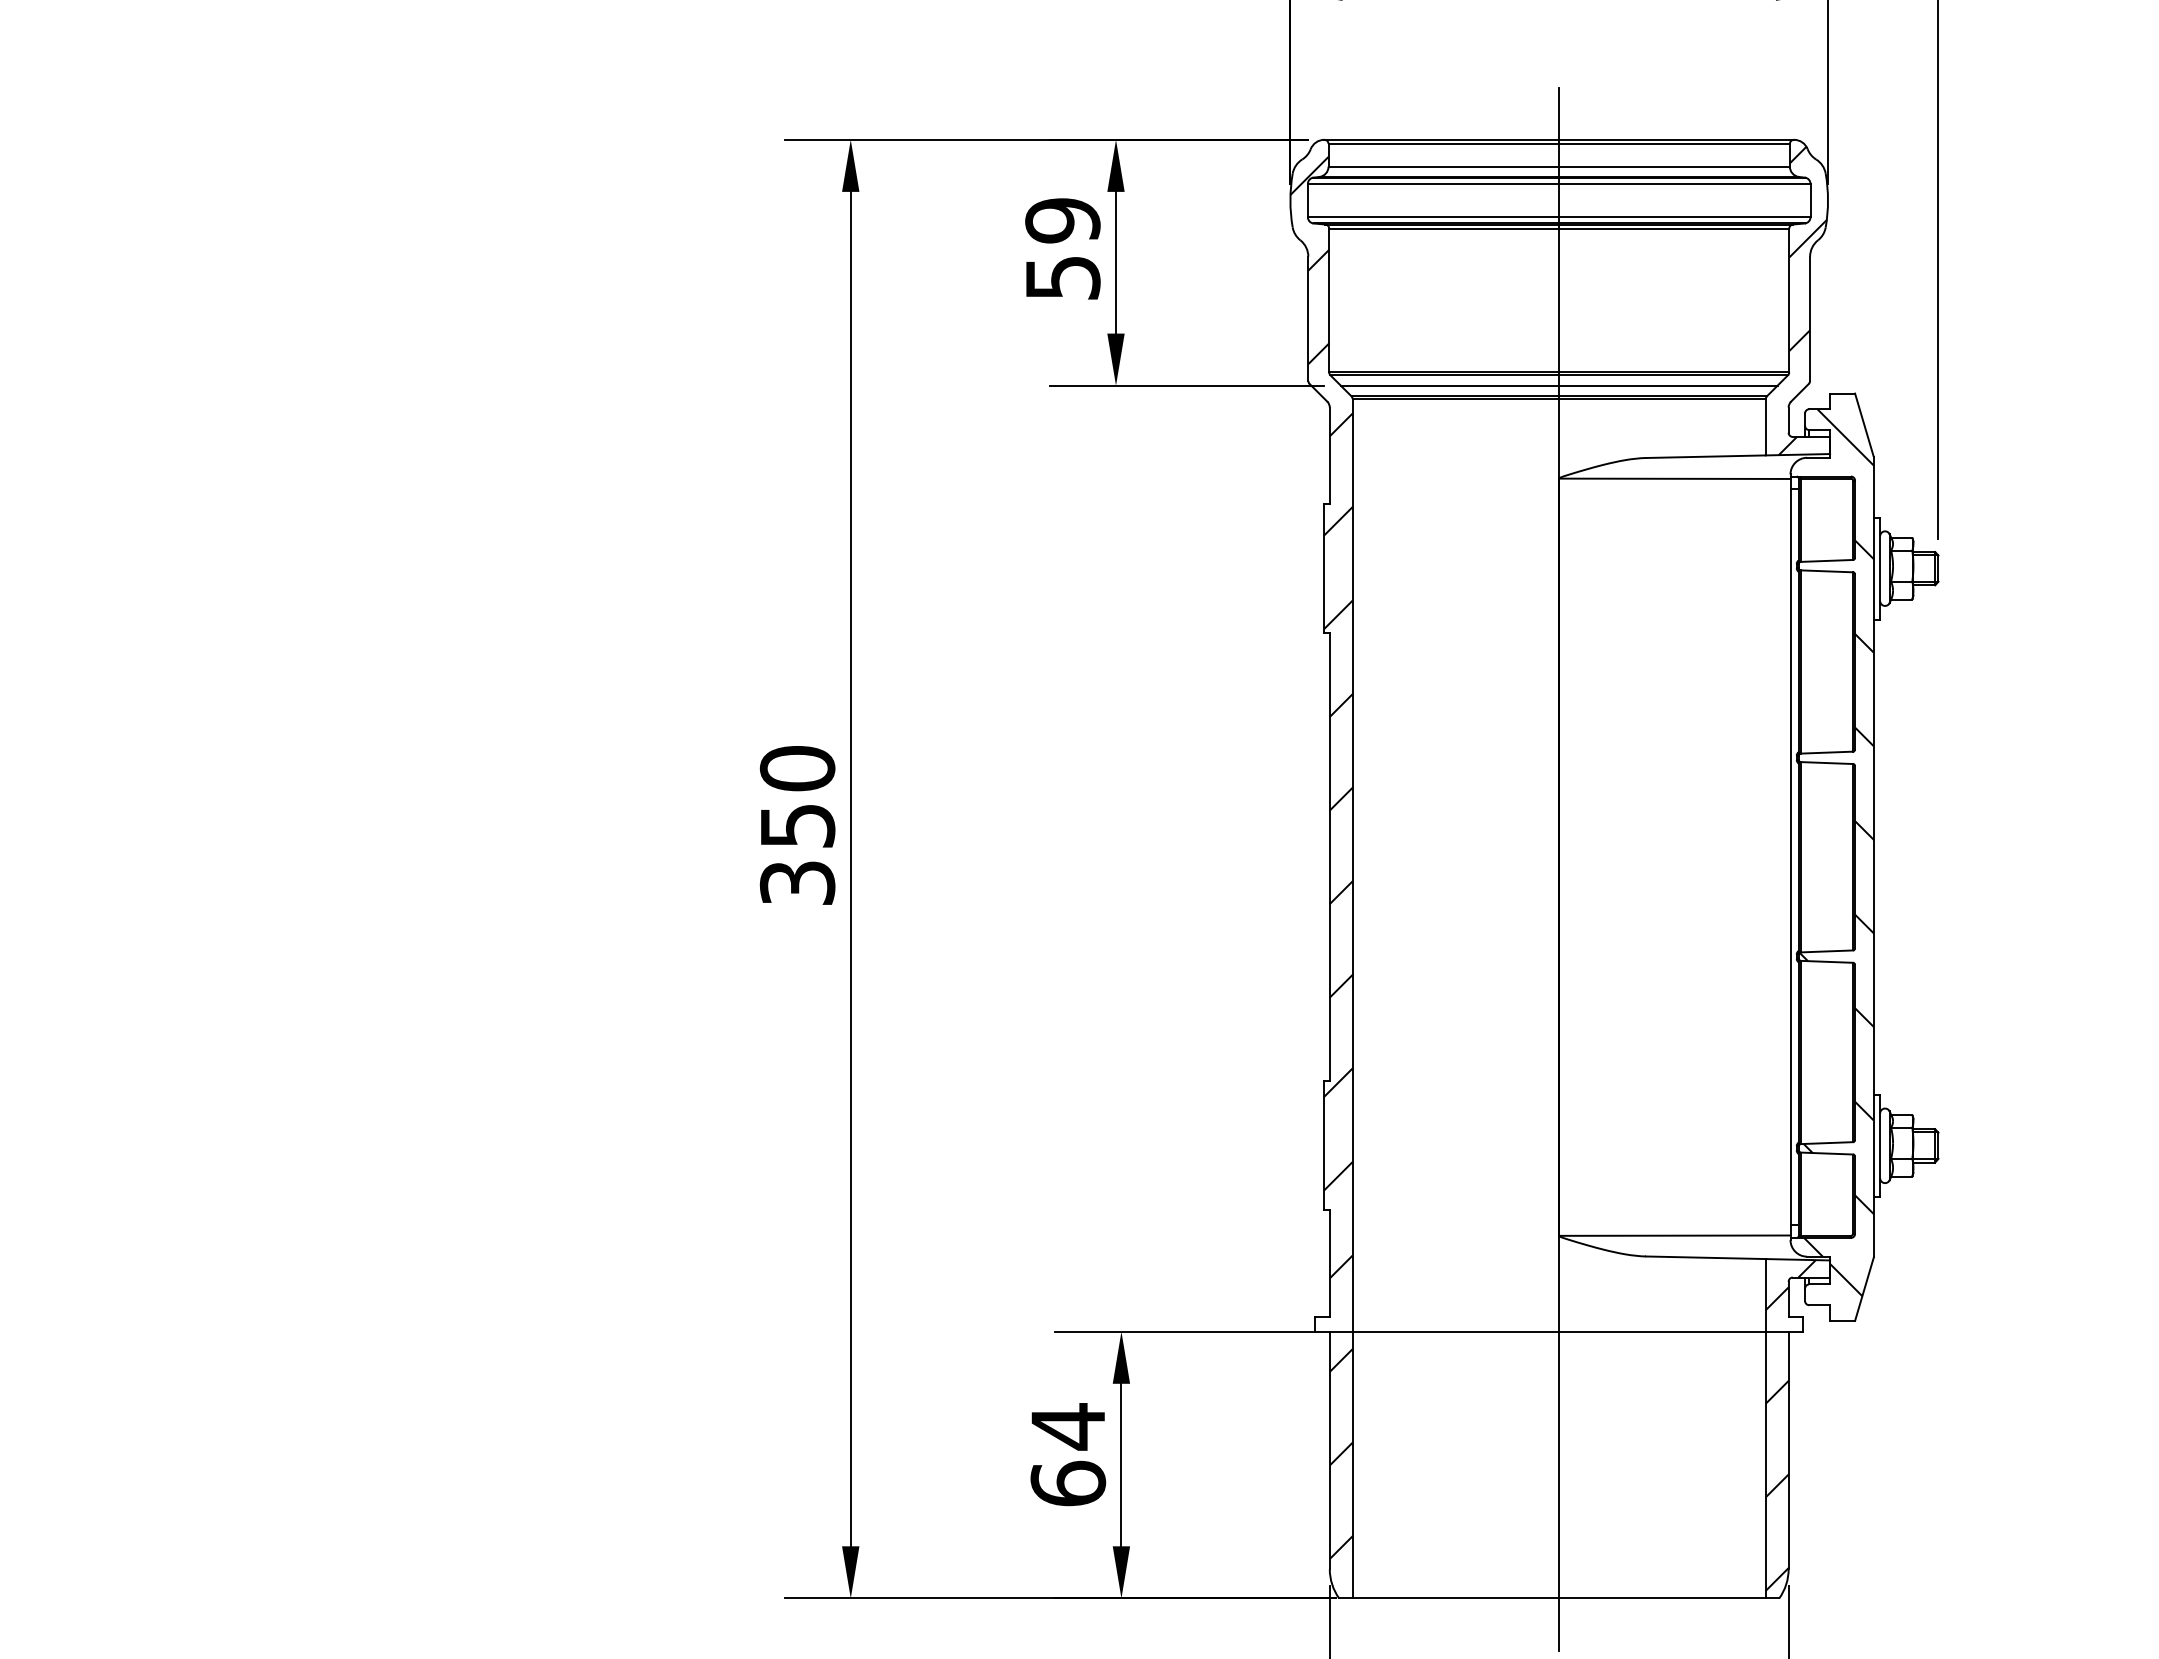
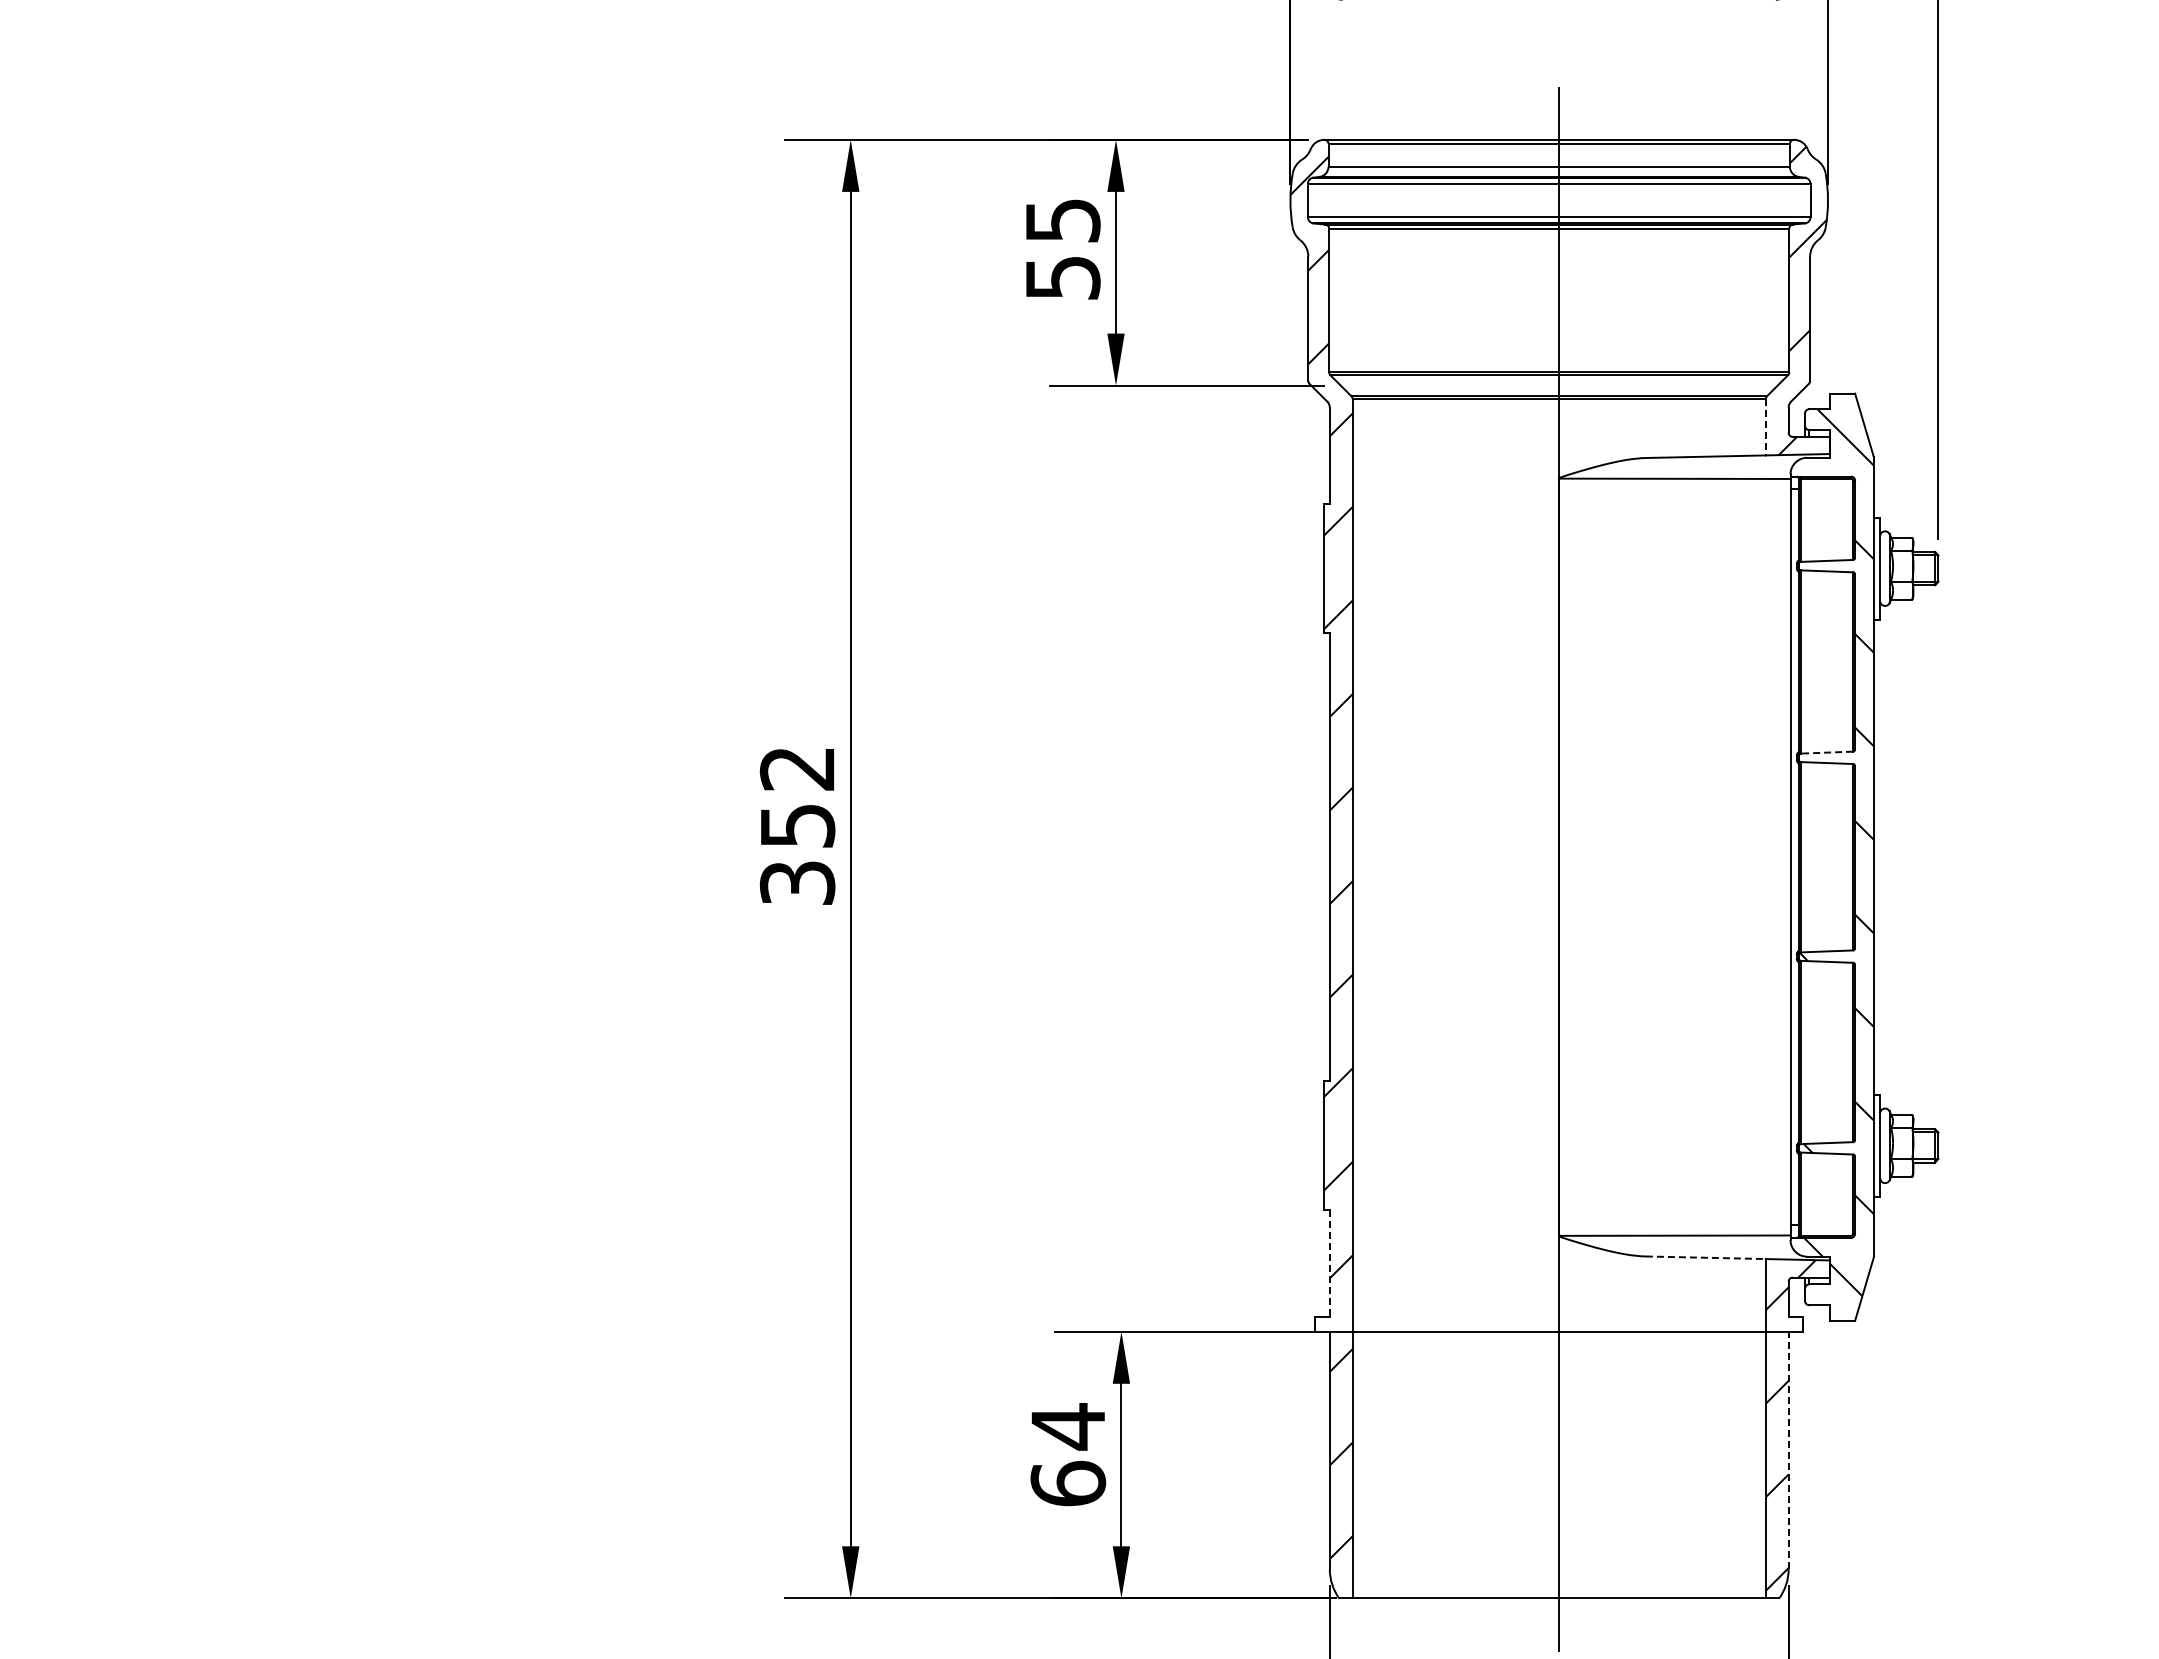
text at (1062, 220): 59 -> 55
line at (1558, 385): present -> none
line at (1765, 427): solid -> dashed
line at (1826, 752): solid -> dashed
text at (797, 768): 350 -> 352
line at (1705, 1257): solid -> dashed
line at (1329, 1264): solid -> dashed
line at (1788, 1450): solid -> dashed
